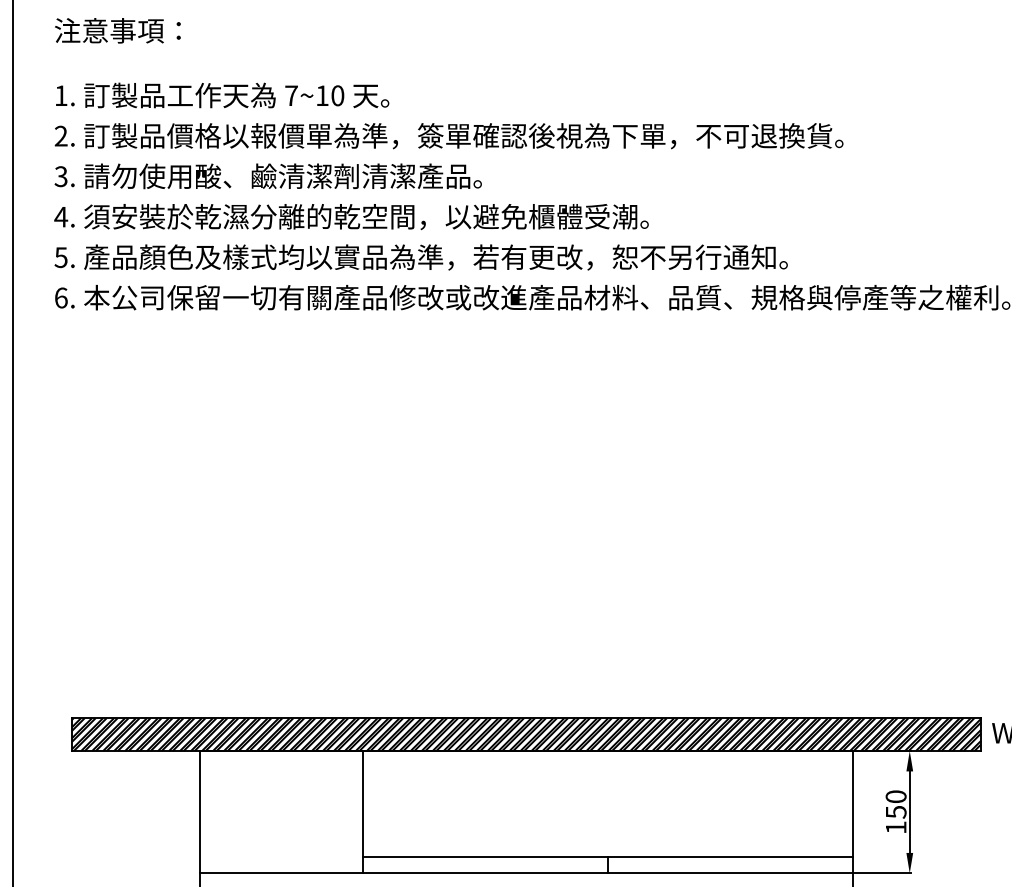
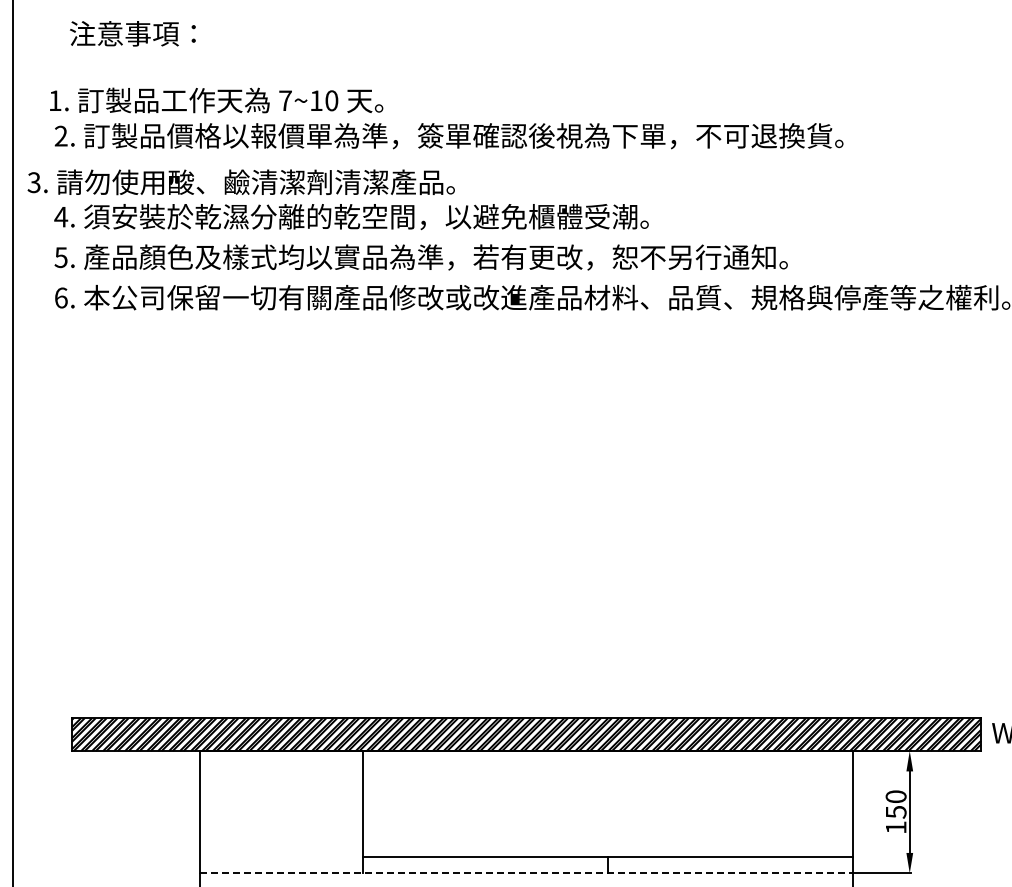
text at (117, 30) position: (117, 30) -> (132, 33)
text at (222, 95) position: (222, 95) -> (216, 100)
text at (267, 176) position: (267, 176) -> (240, 182)
line at (527, 873): solid -> dashed
